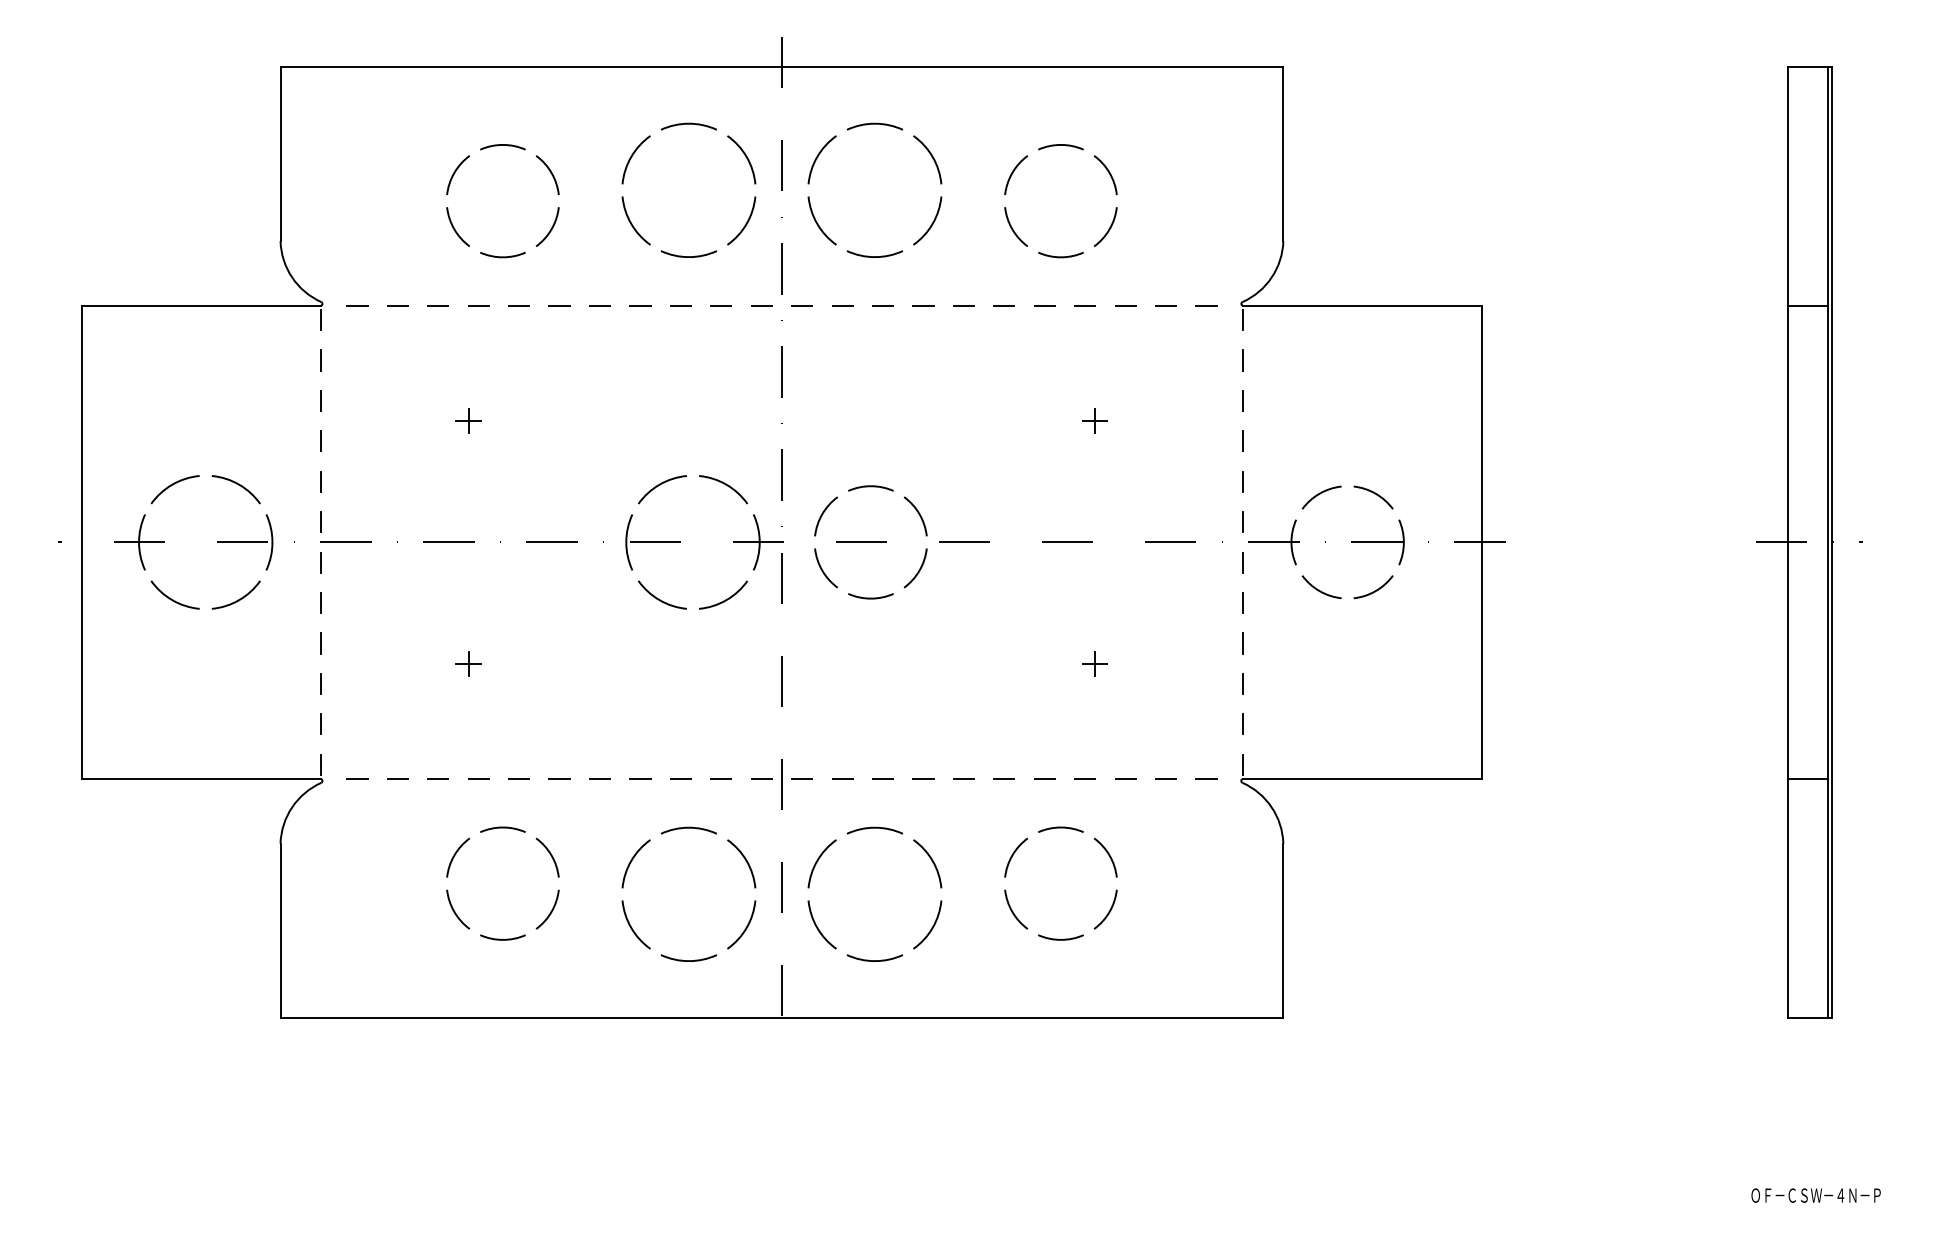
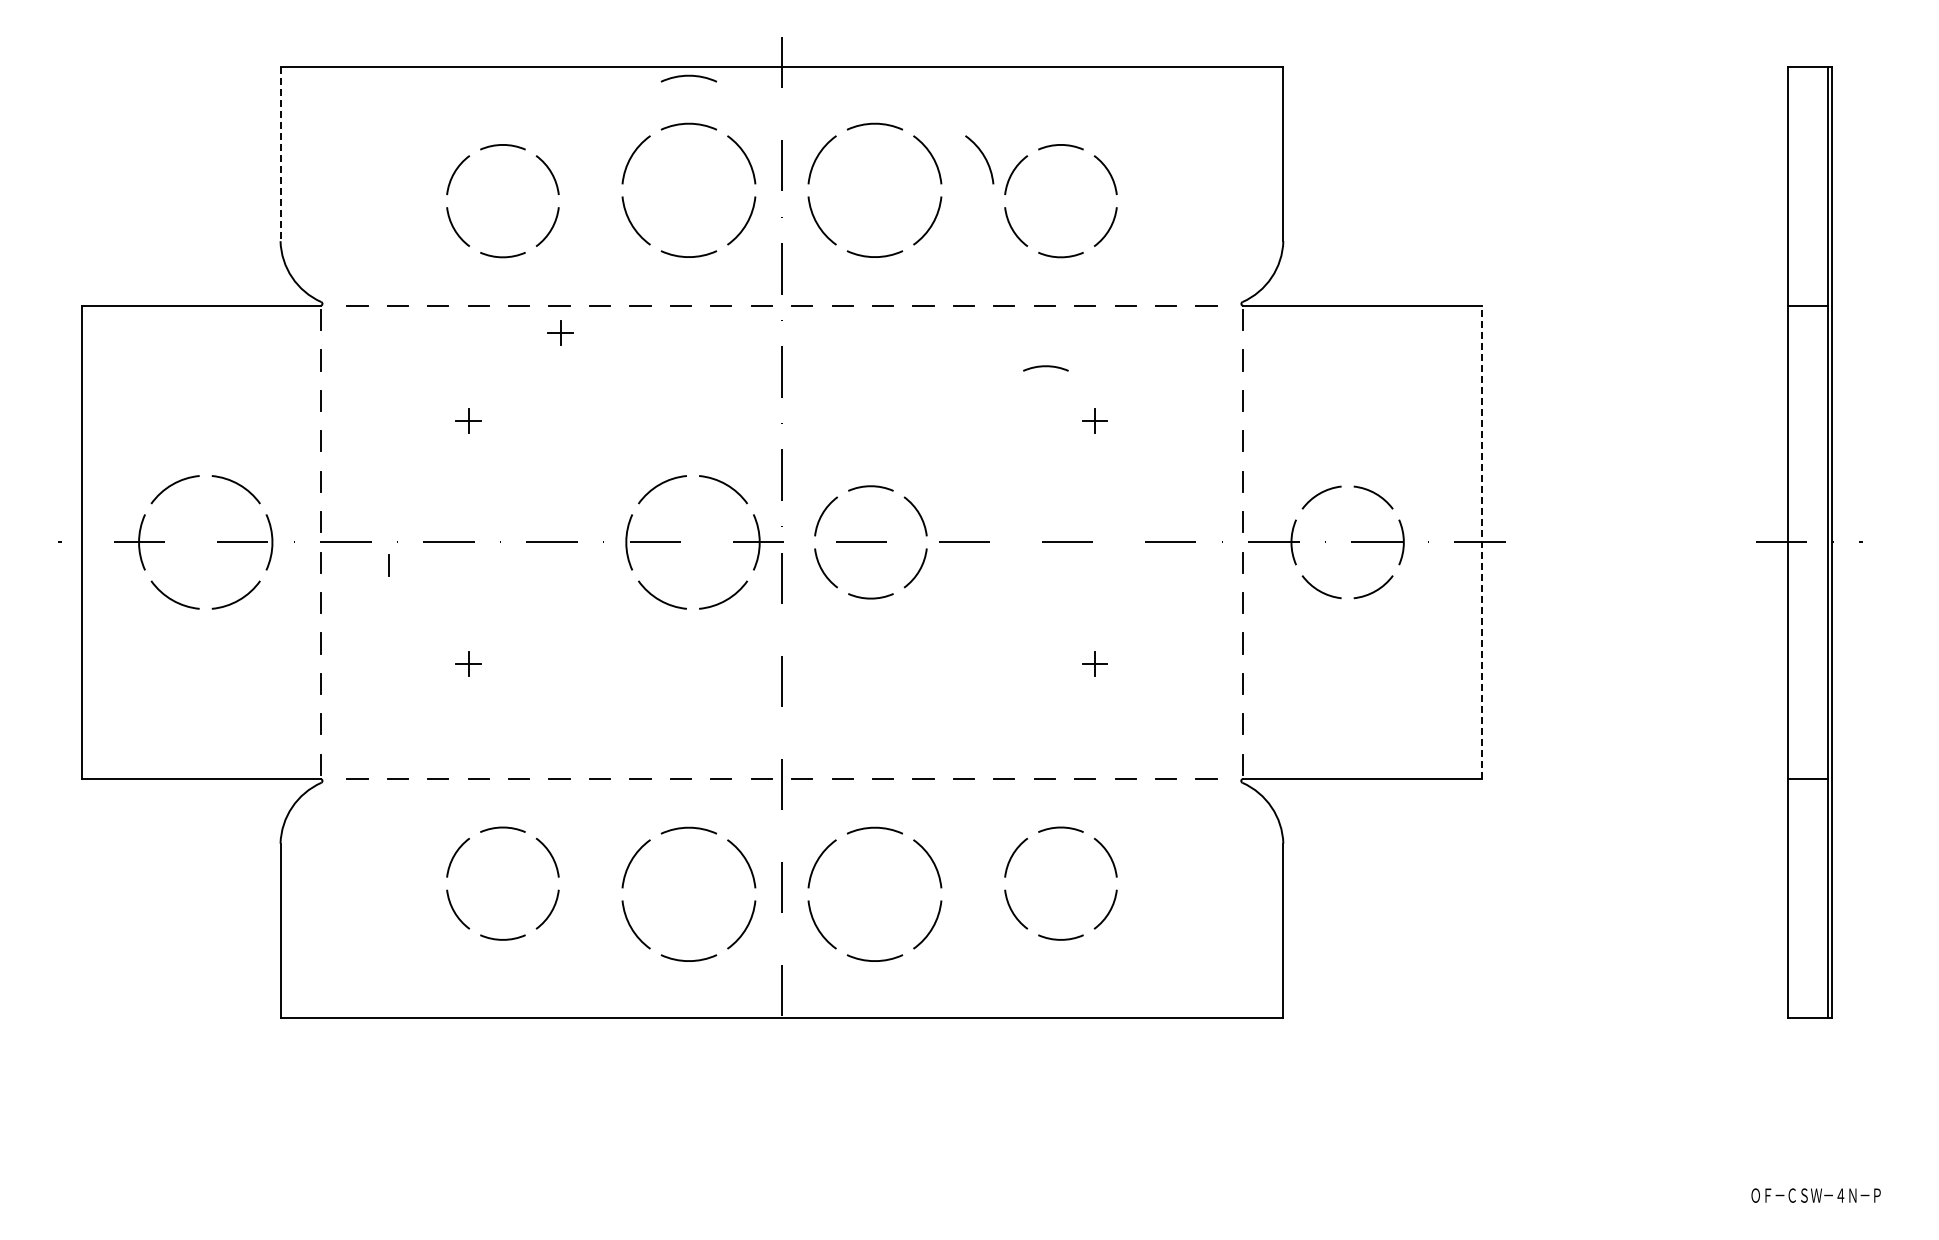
arc at (688, 76): none -> present
line at (280, 154): solid -> dashed
arc at (983, 157): none -> present
part at (560, 332): none -> present
arc at (1045, 367): none -> present
line at (1481, 542): solid -> dashed
line at (388, 565): none -> present
